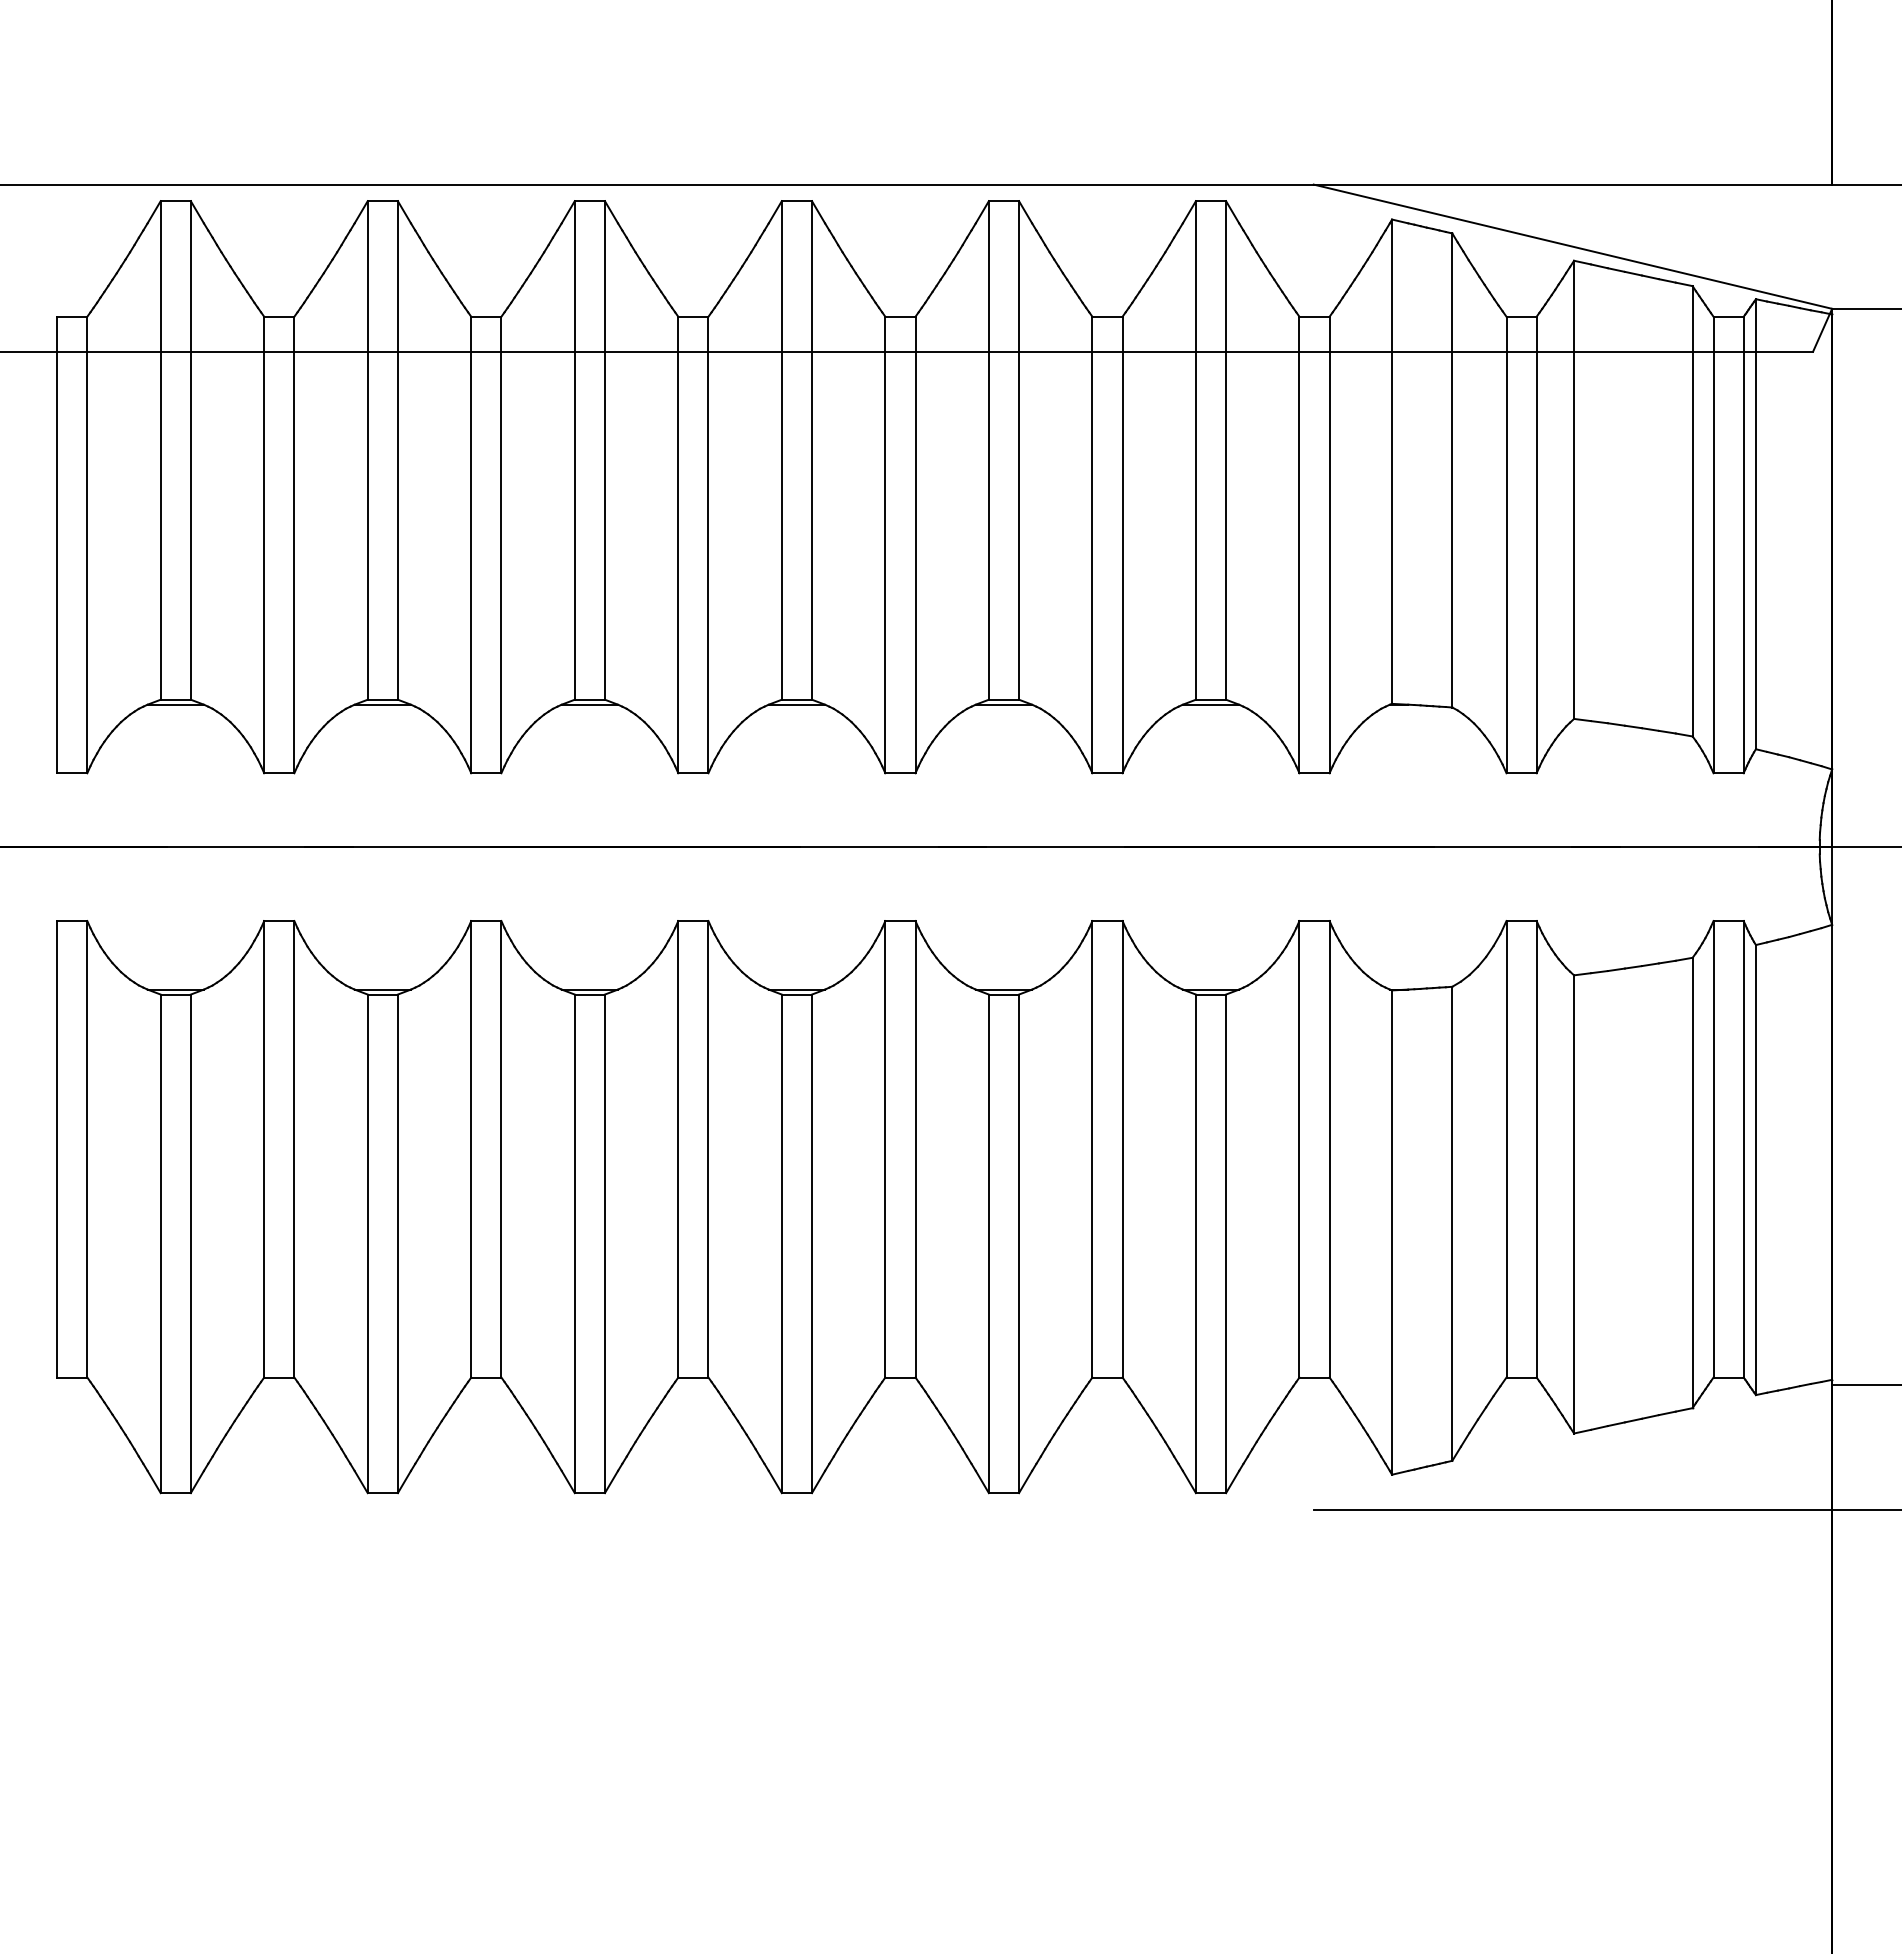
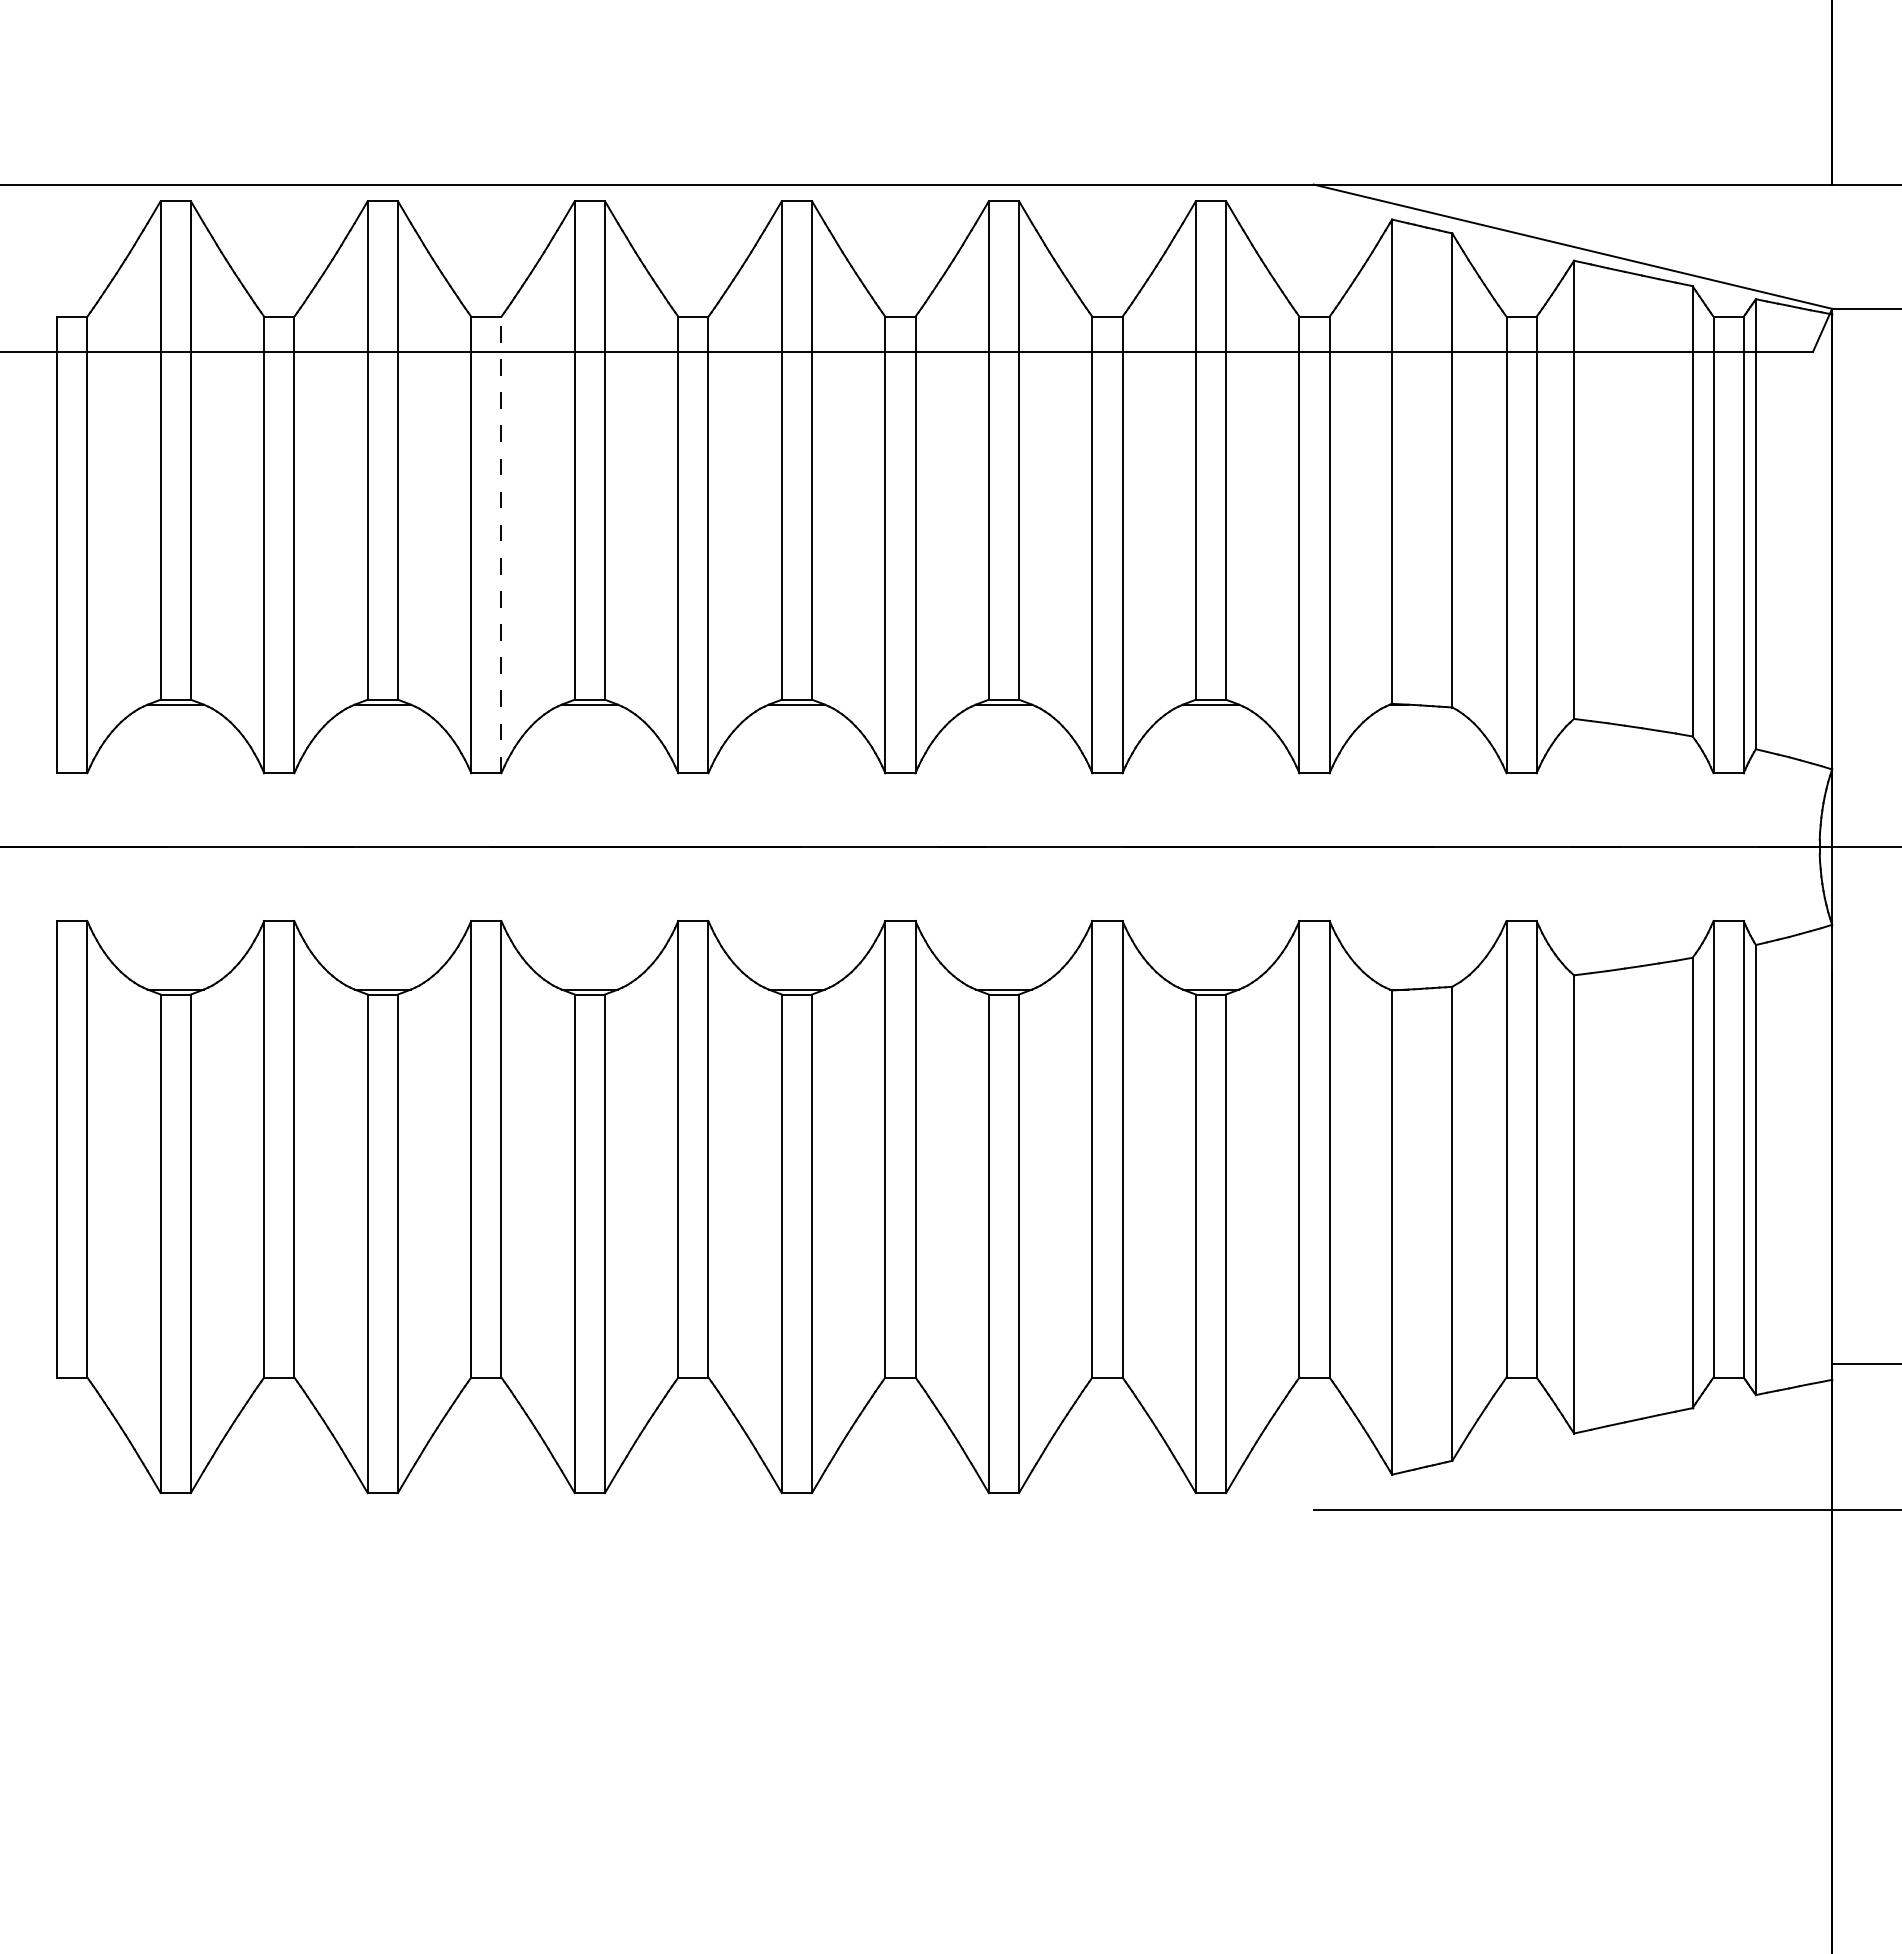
line at (501, 544): solid -> dashed
line at (1865, 1385) position: (1865, 1385) -> (1865, 1364)
